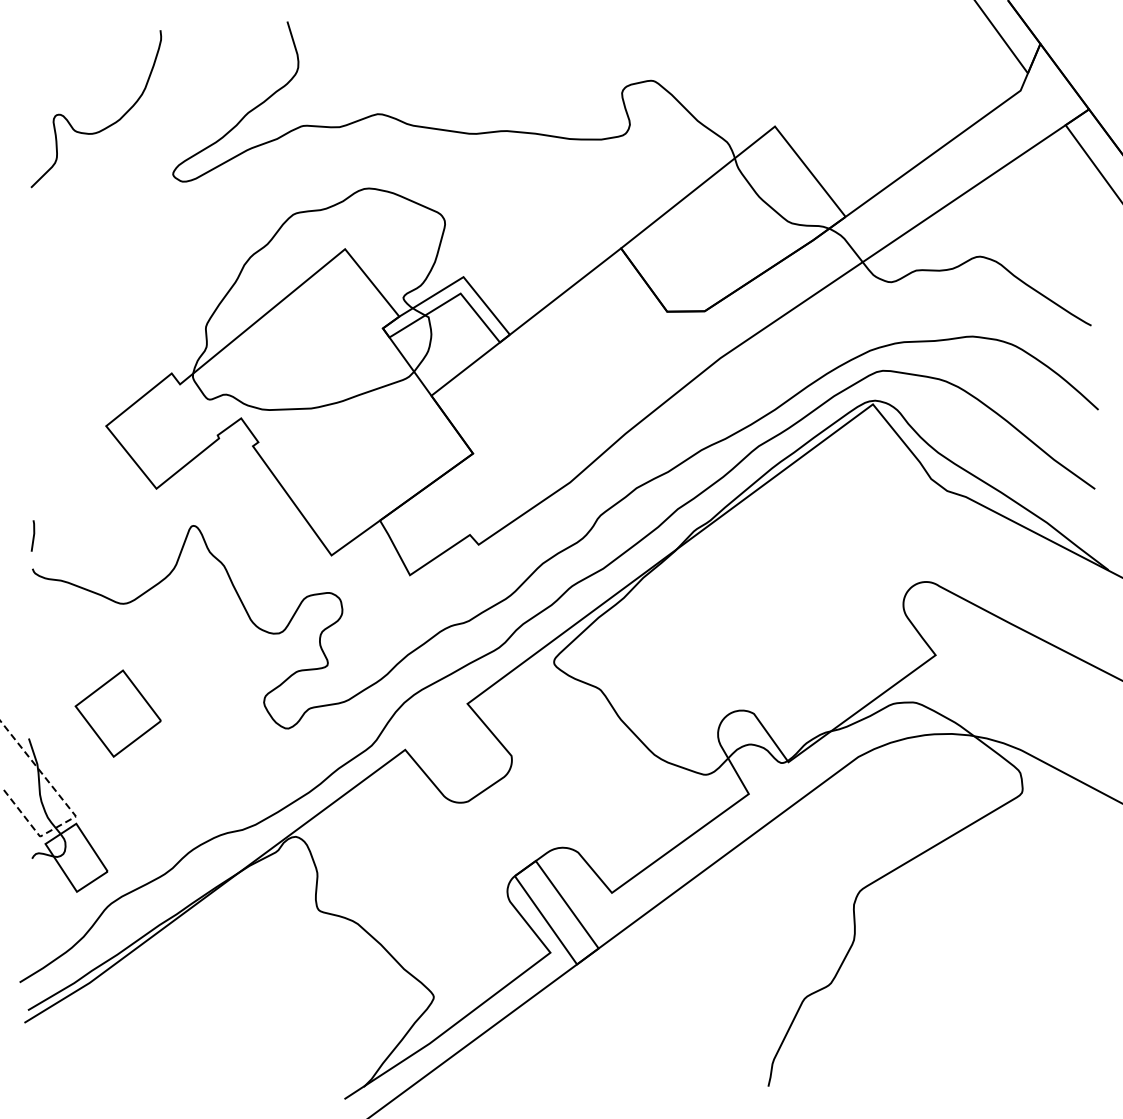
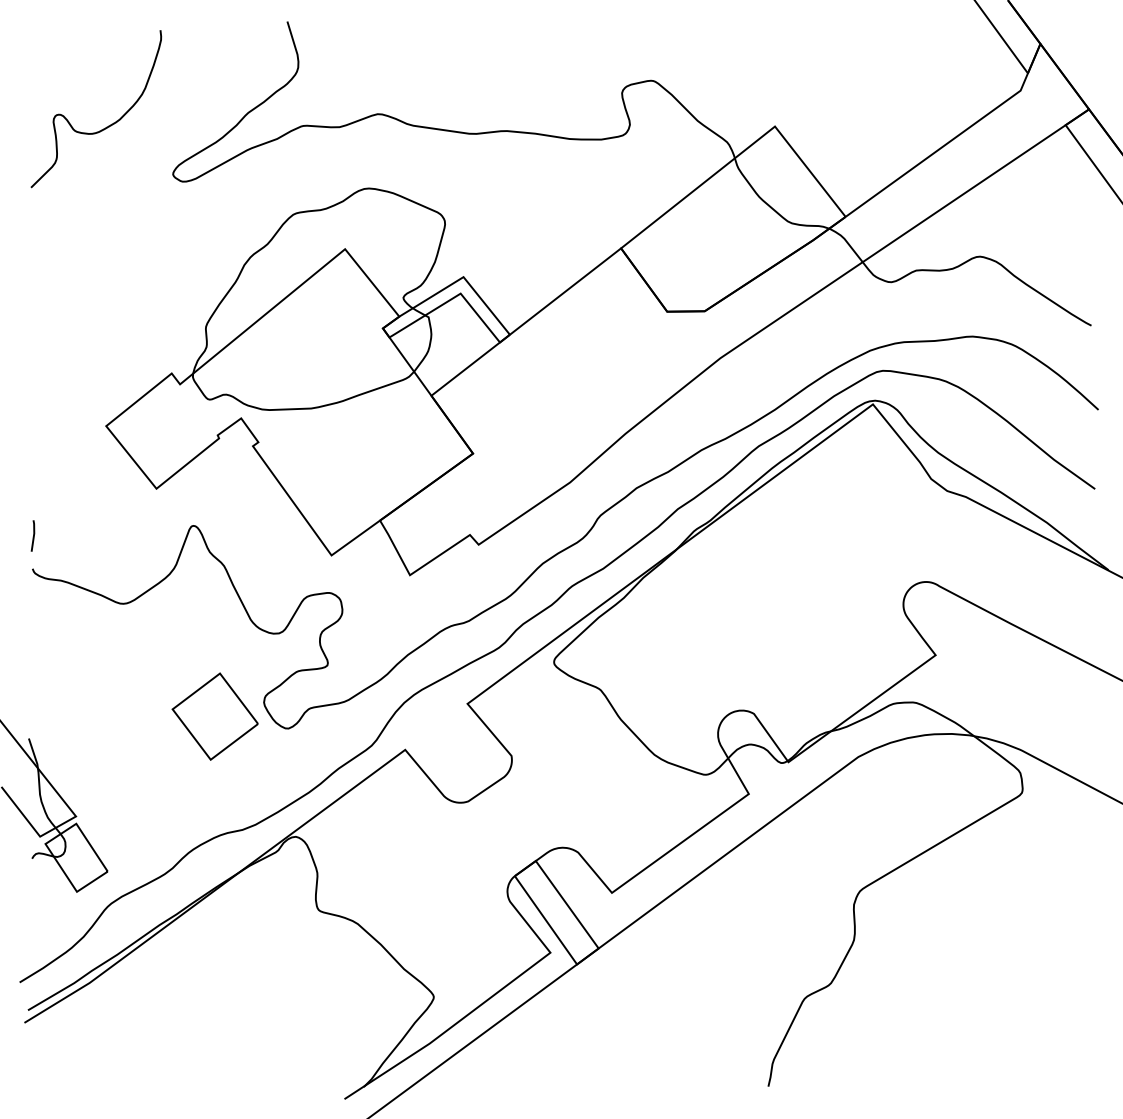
part at (117, 713) position: (117, 713) -> (214, 716)
line at (71, 811): dashed -> solid
